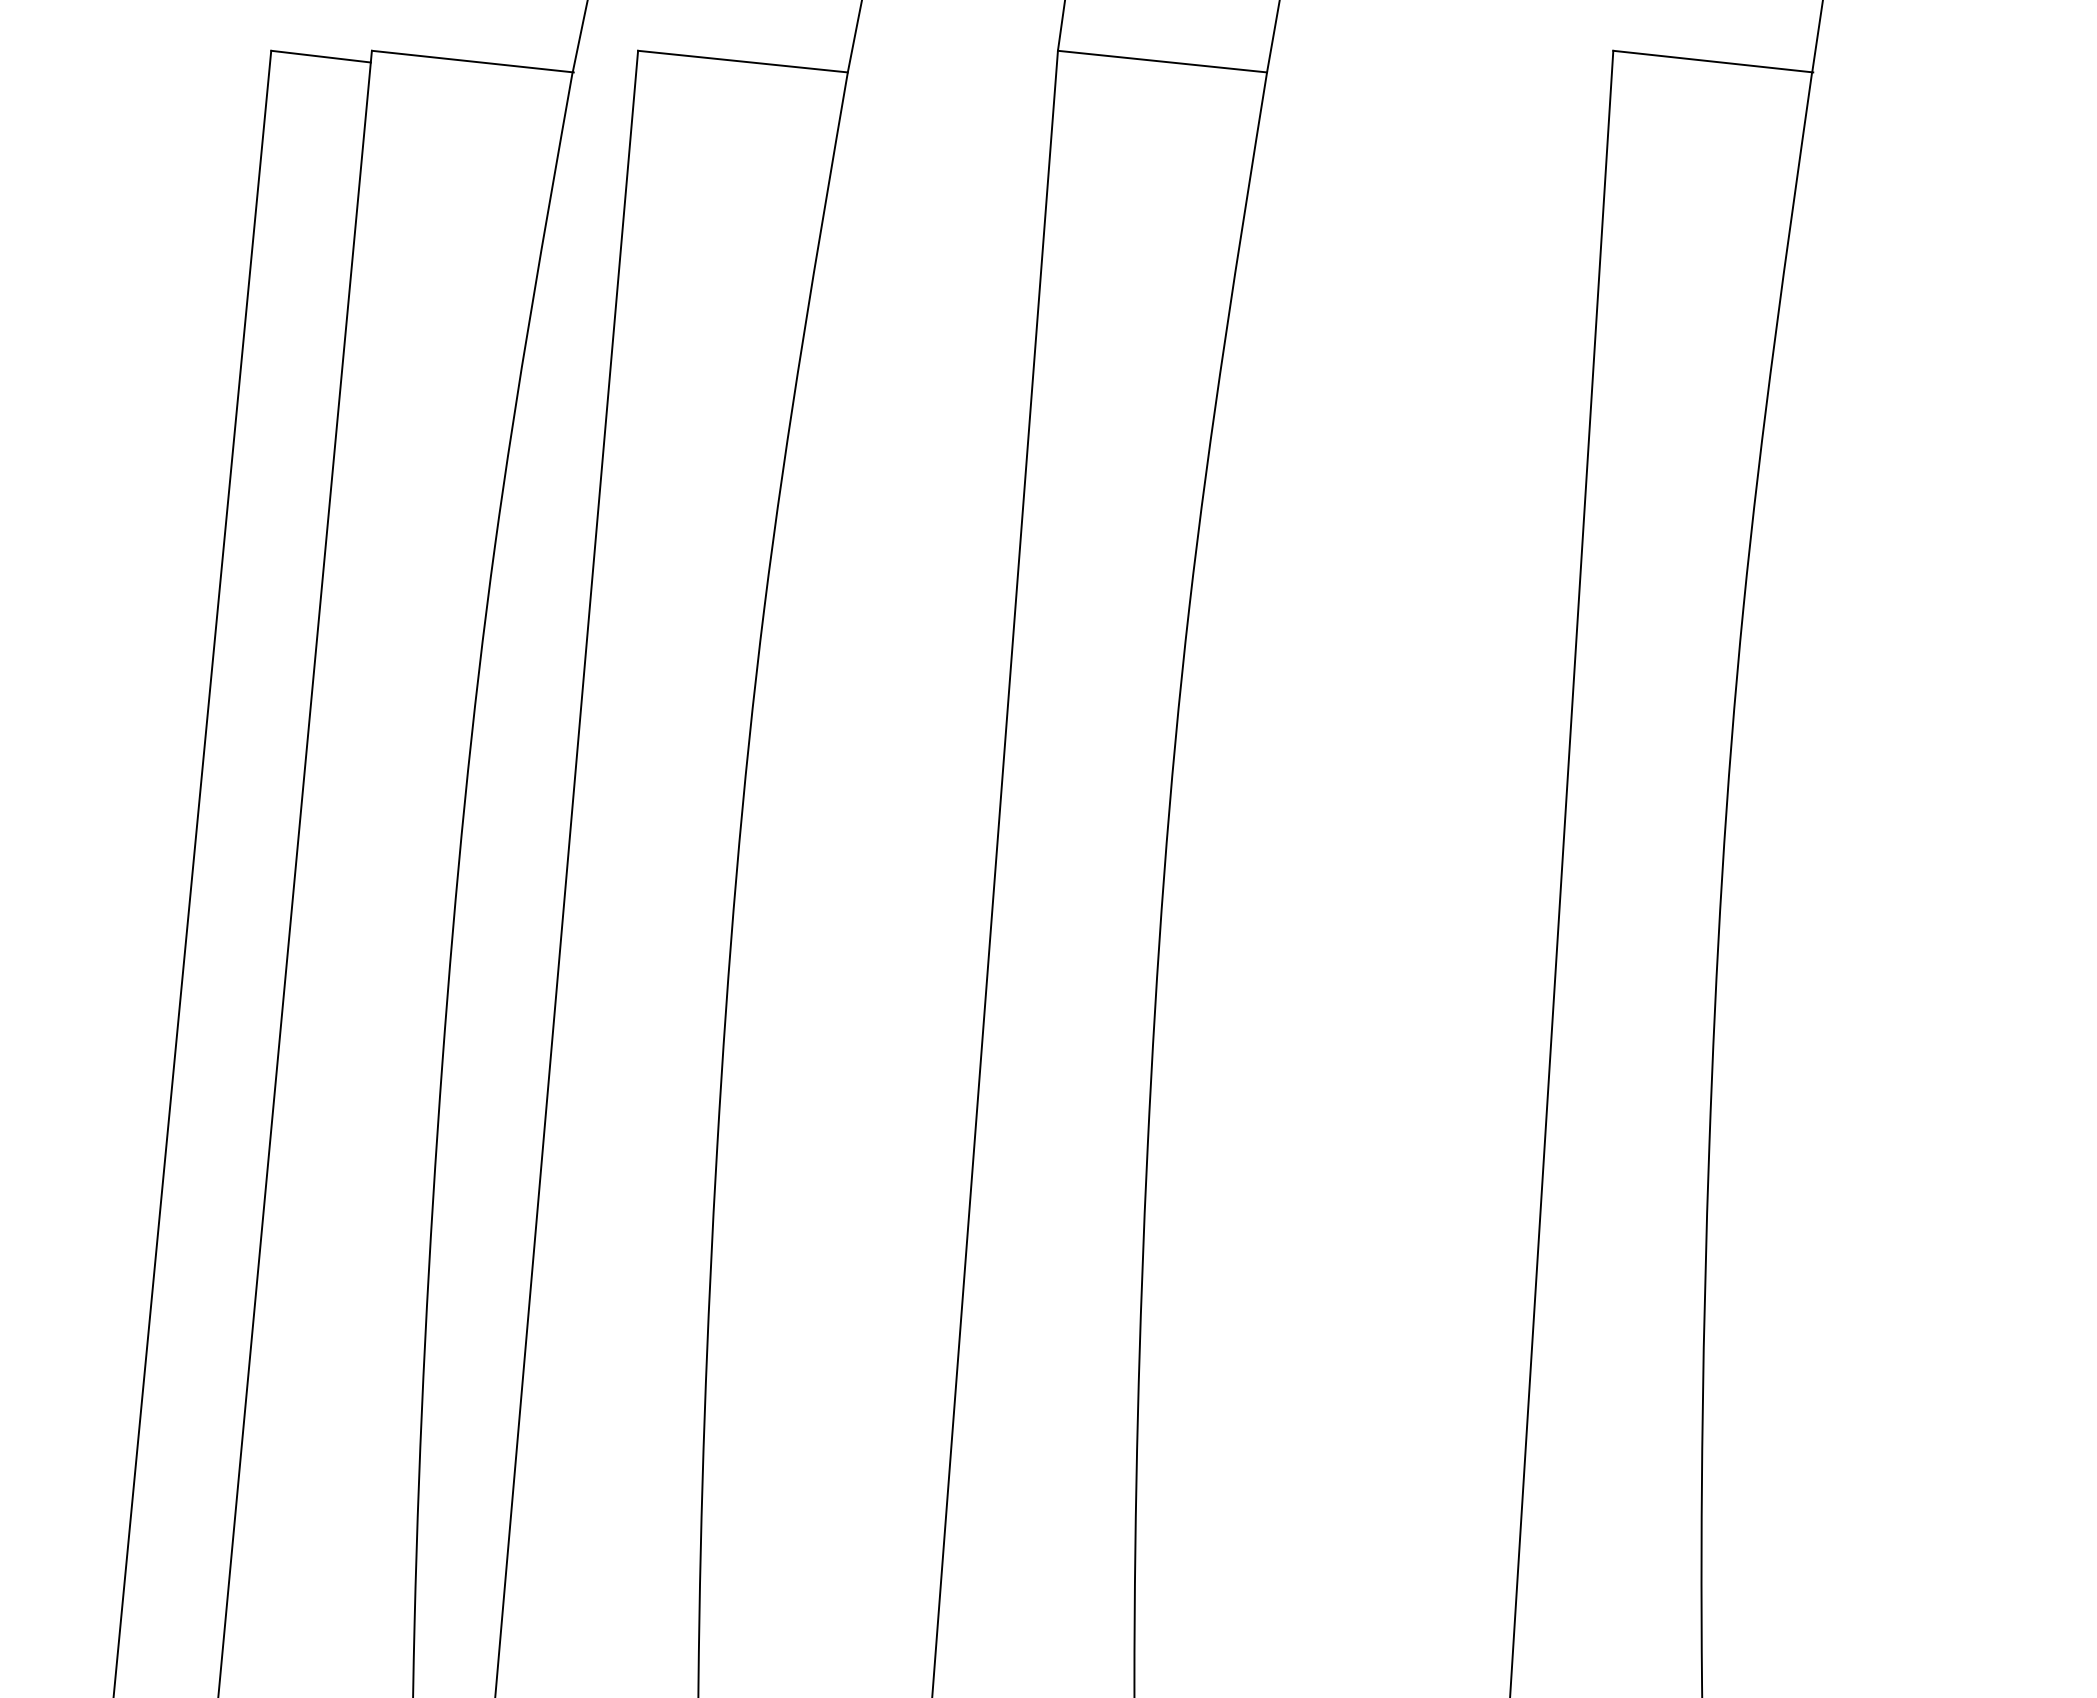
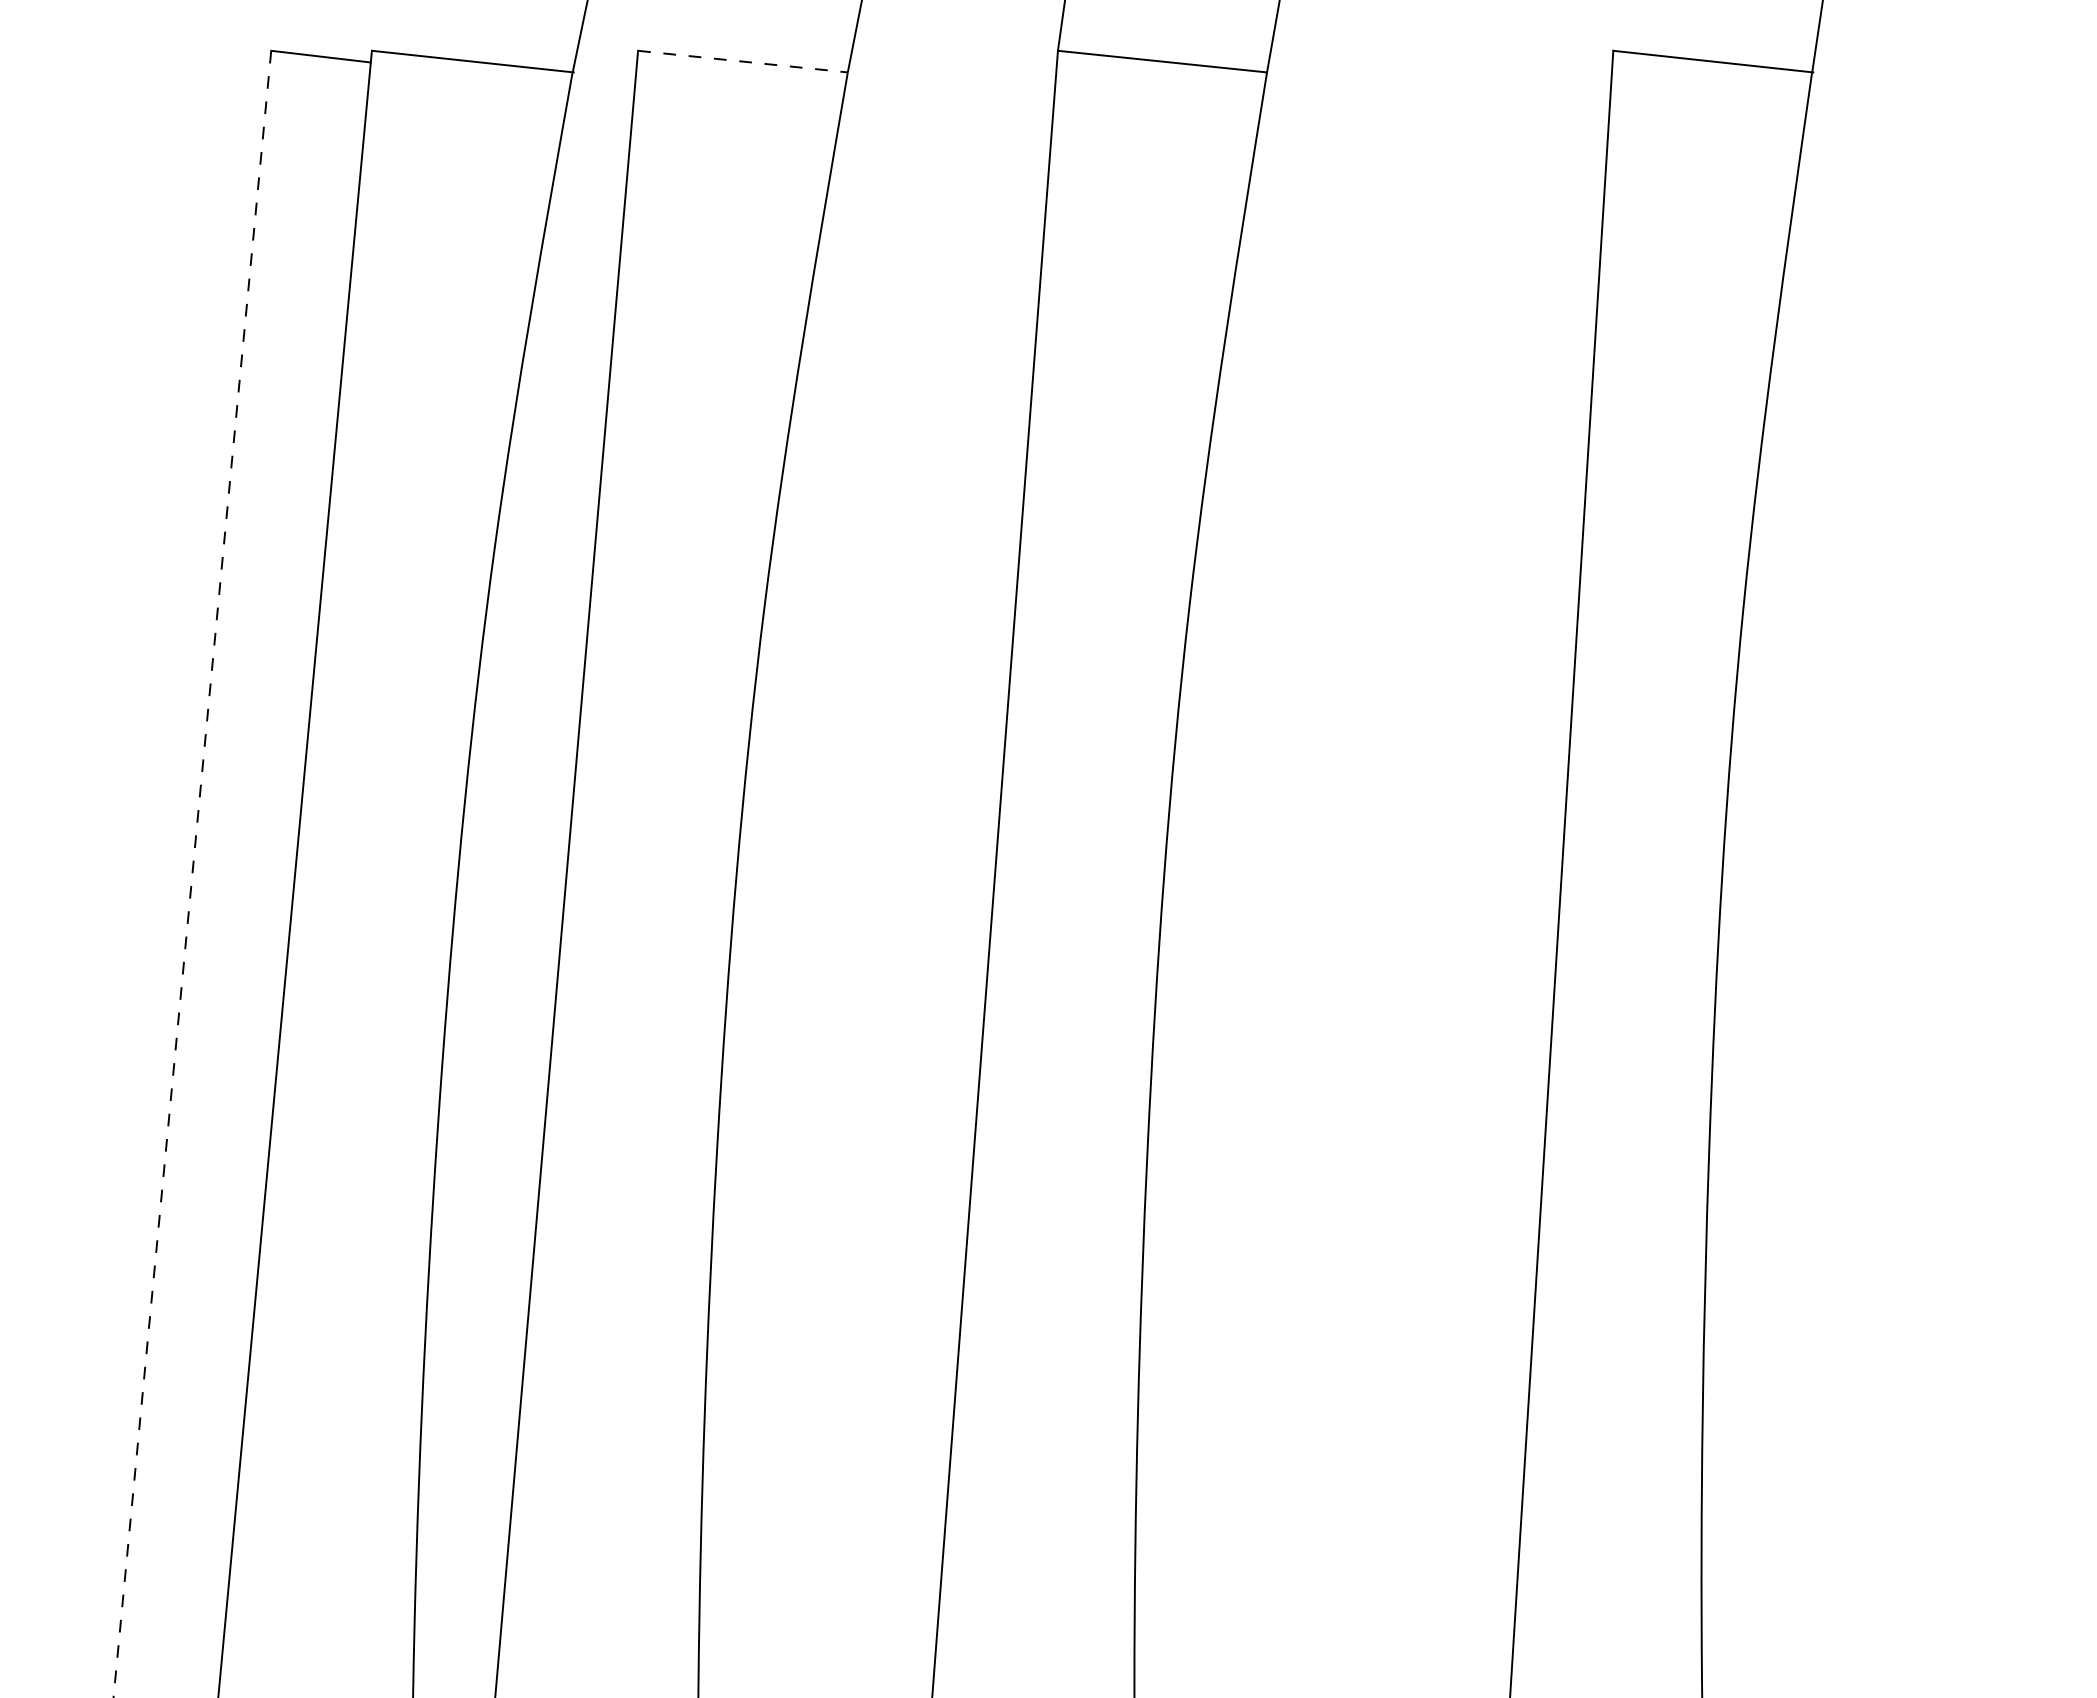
line at (743, 61): solid -> dashed
line at (192, 874): solid -> dashed
